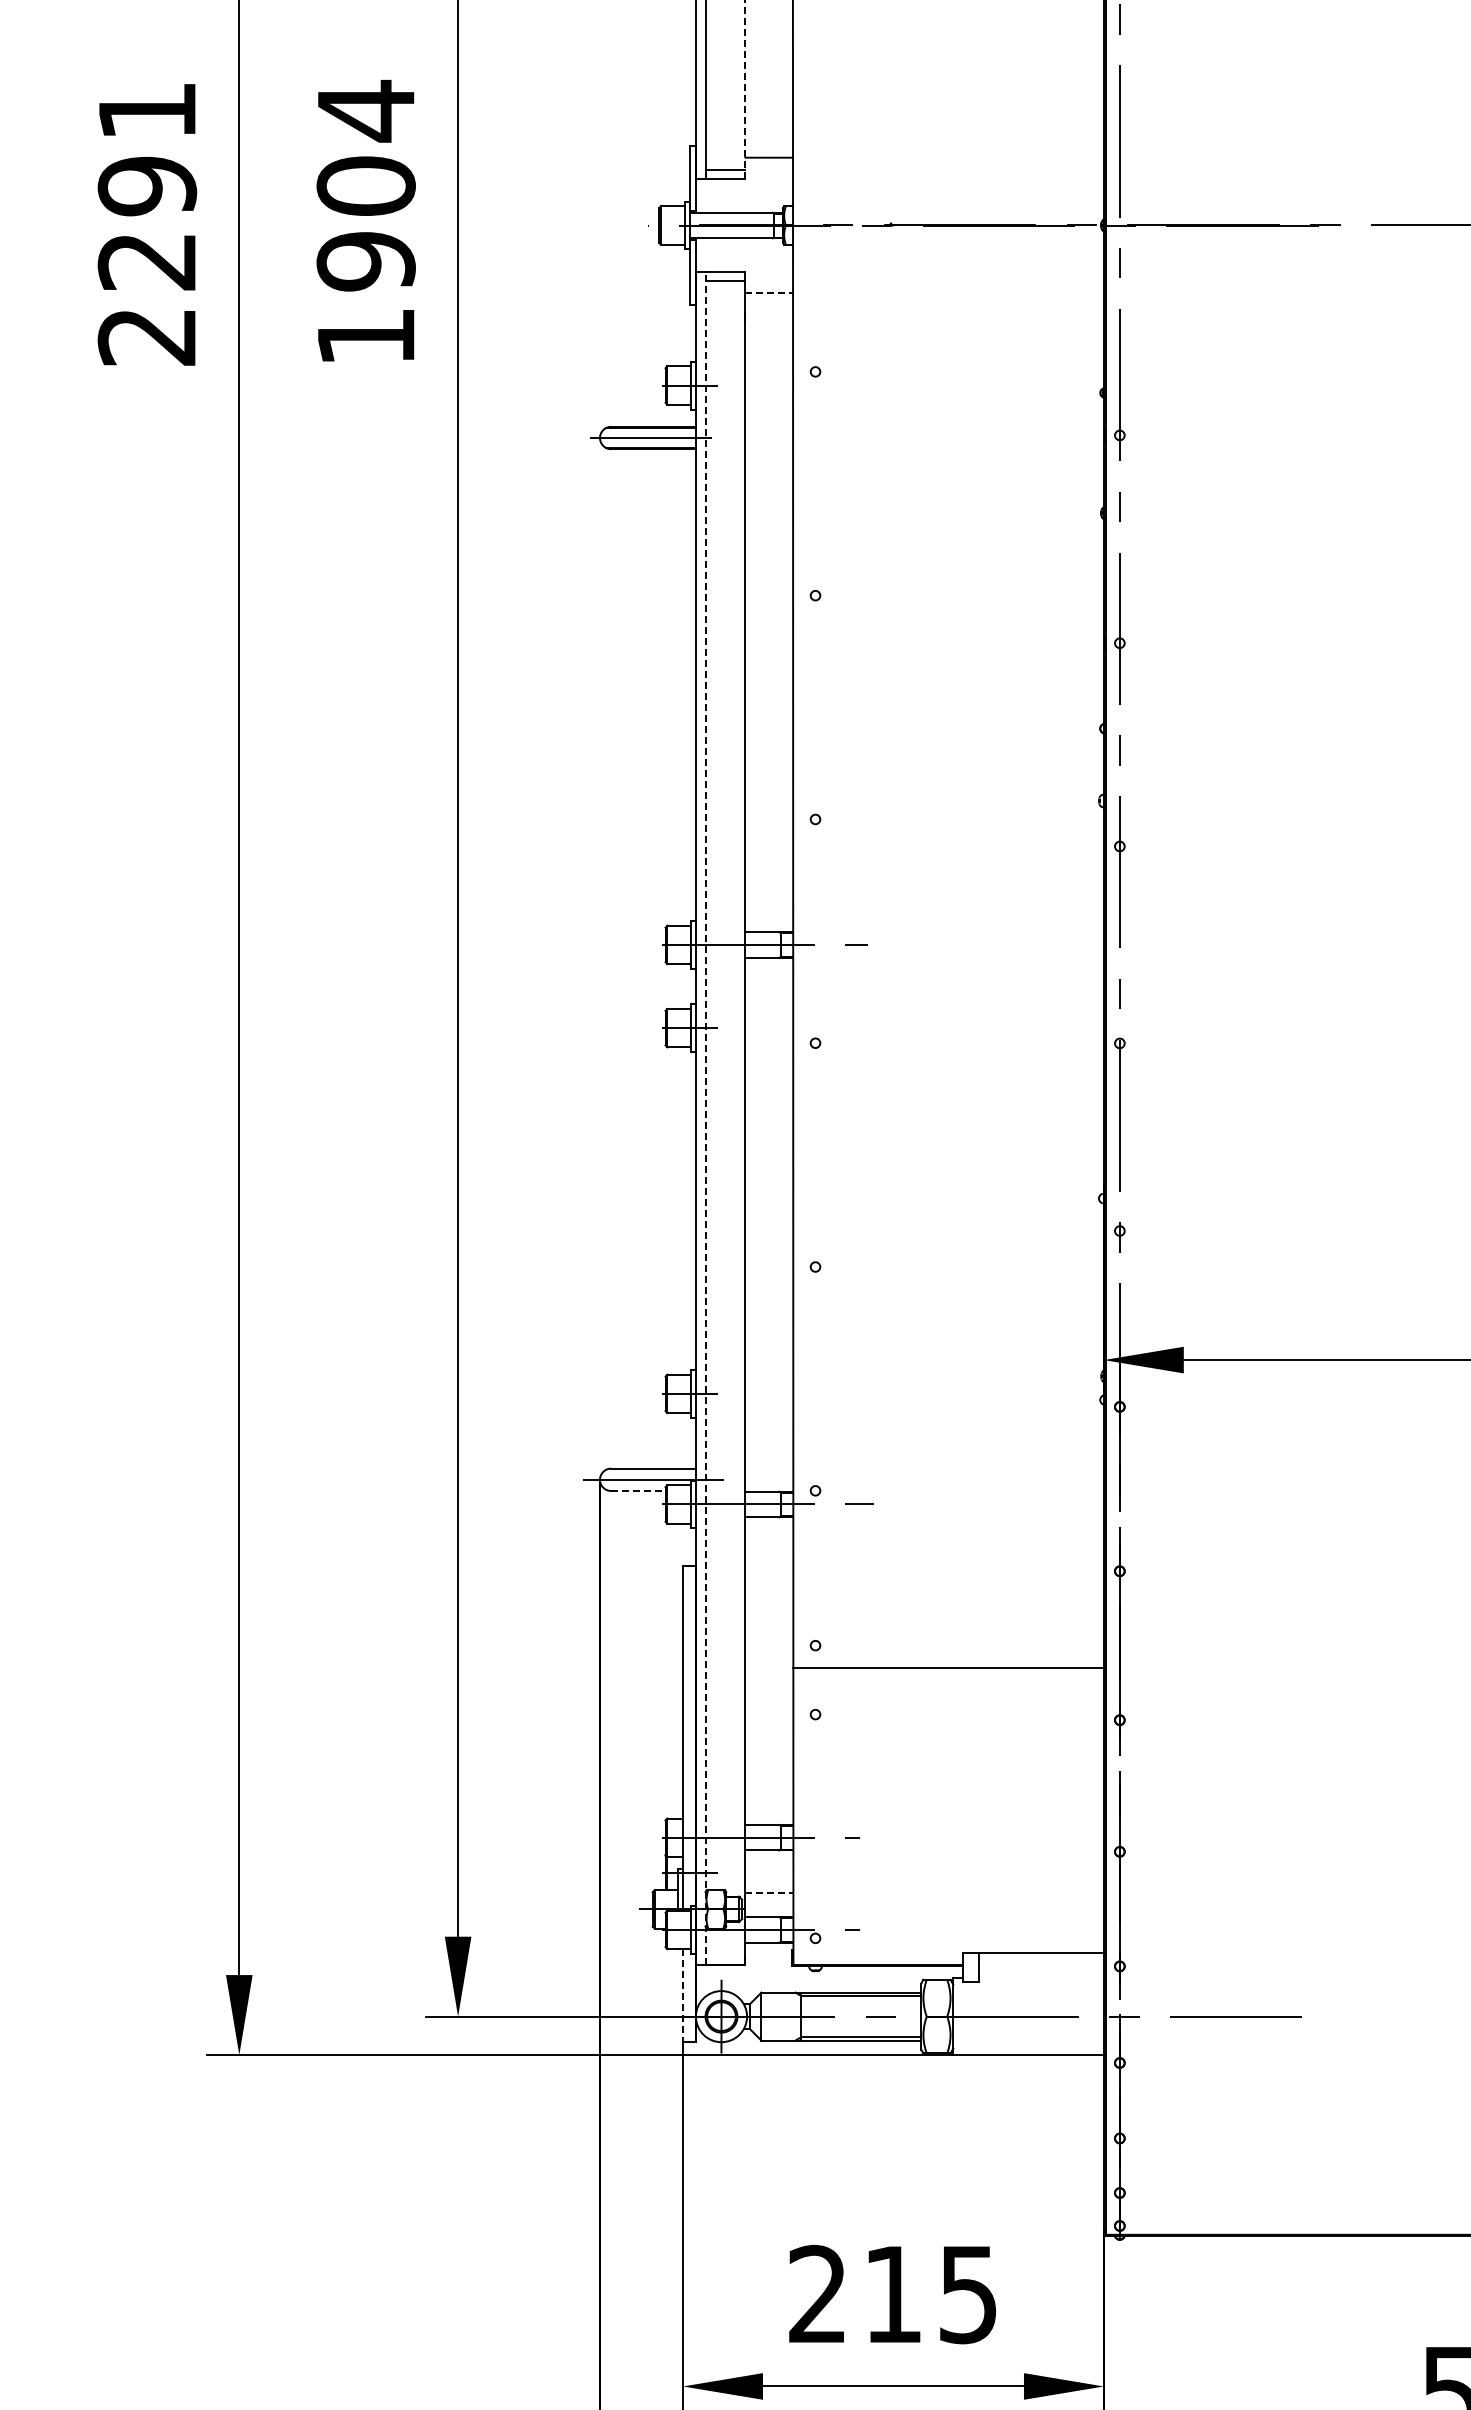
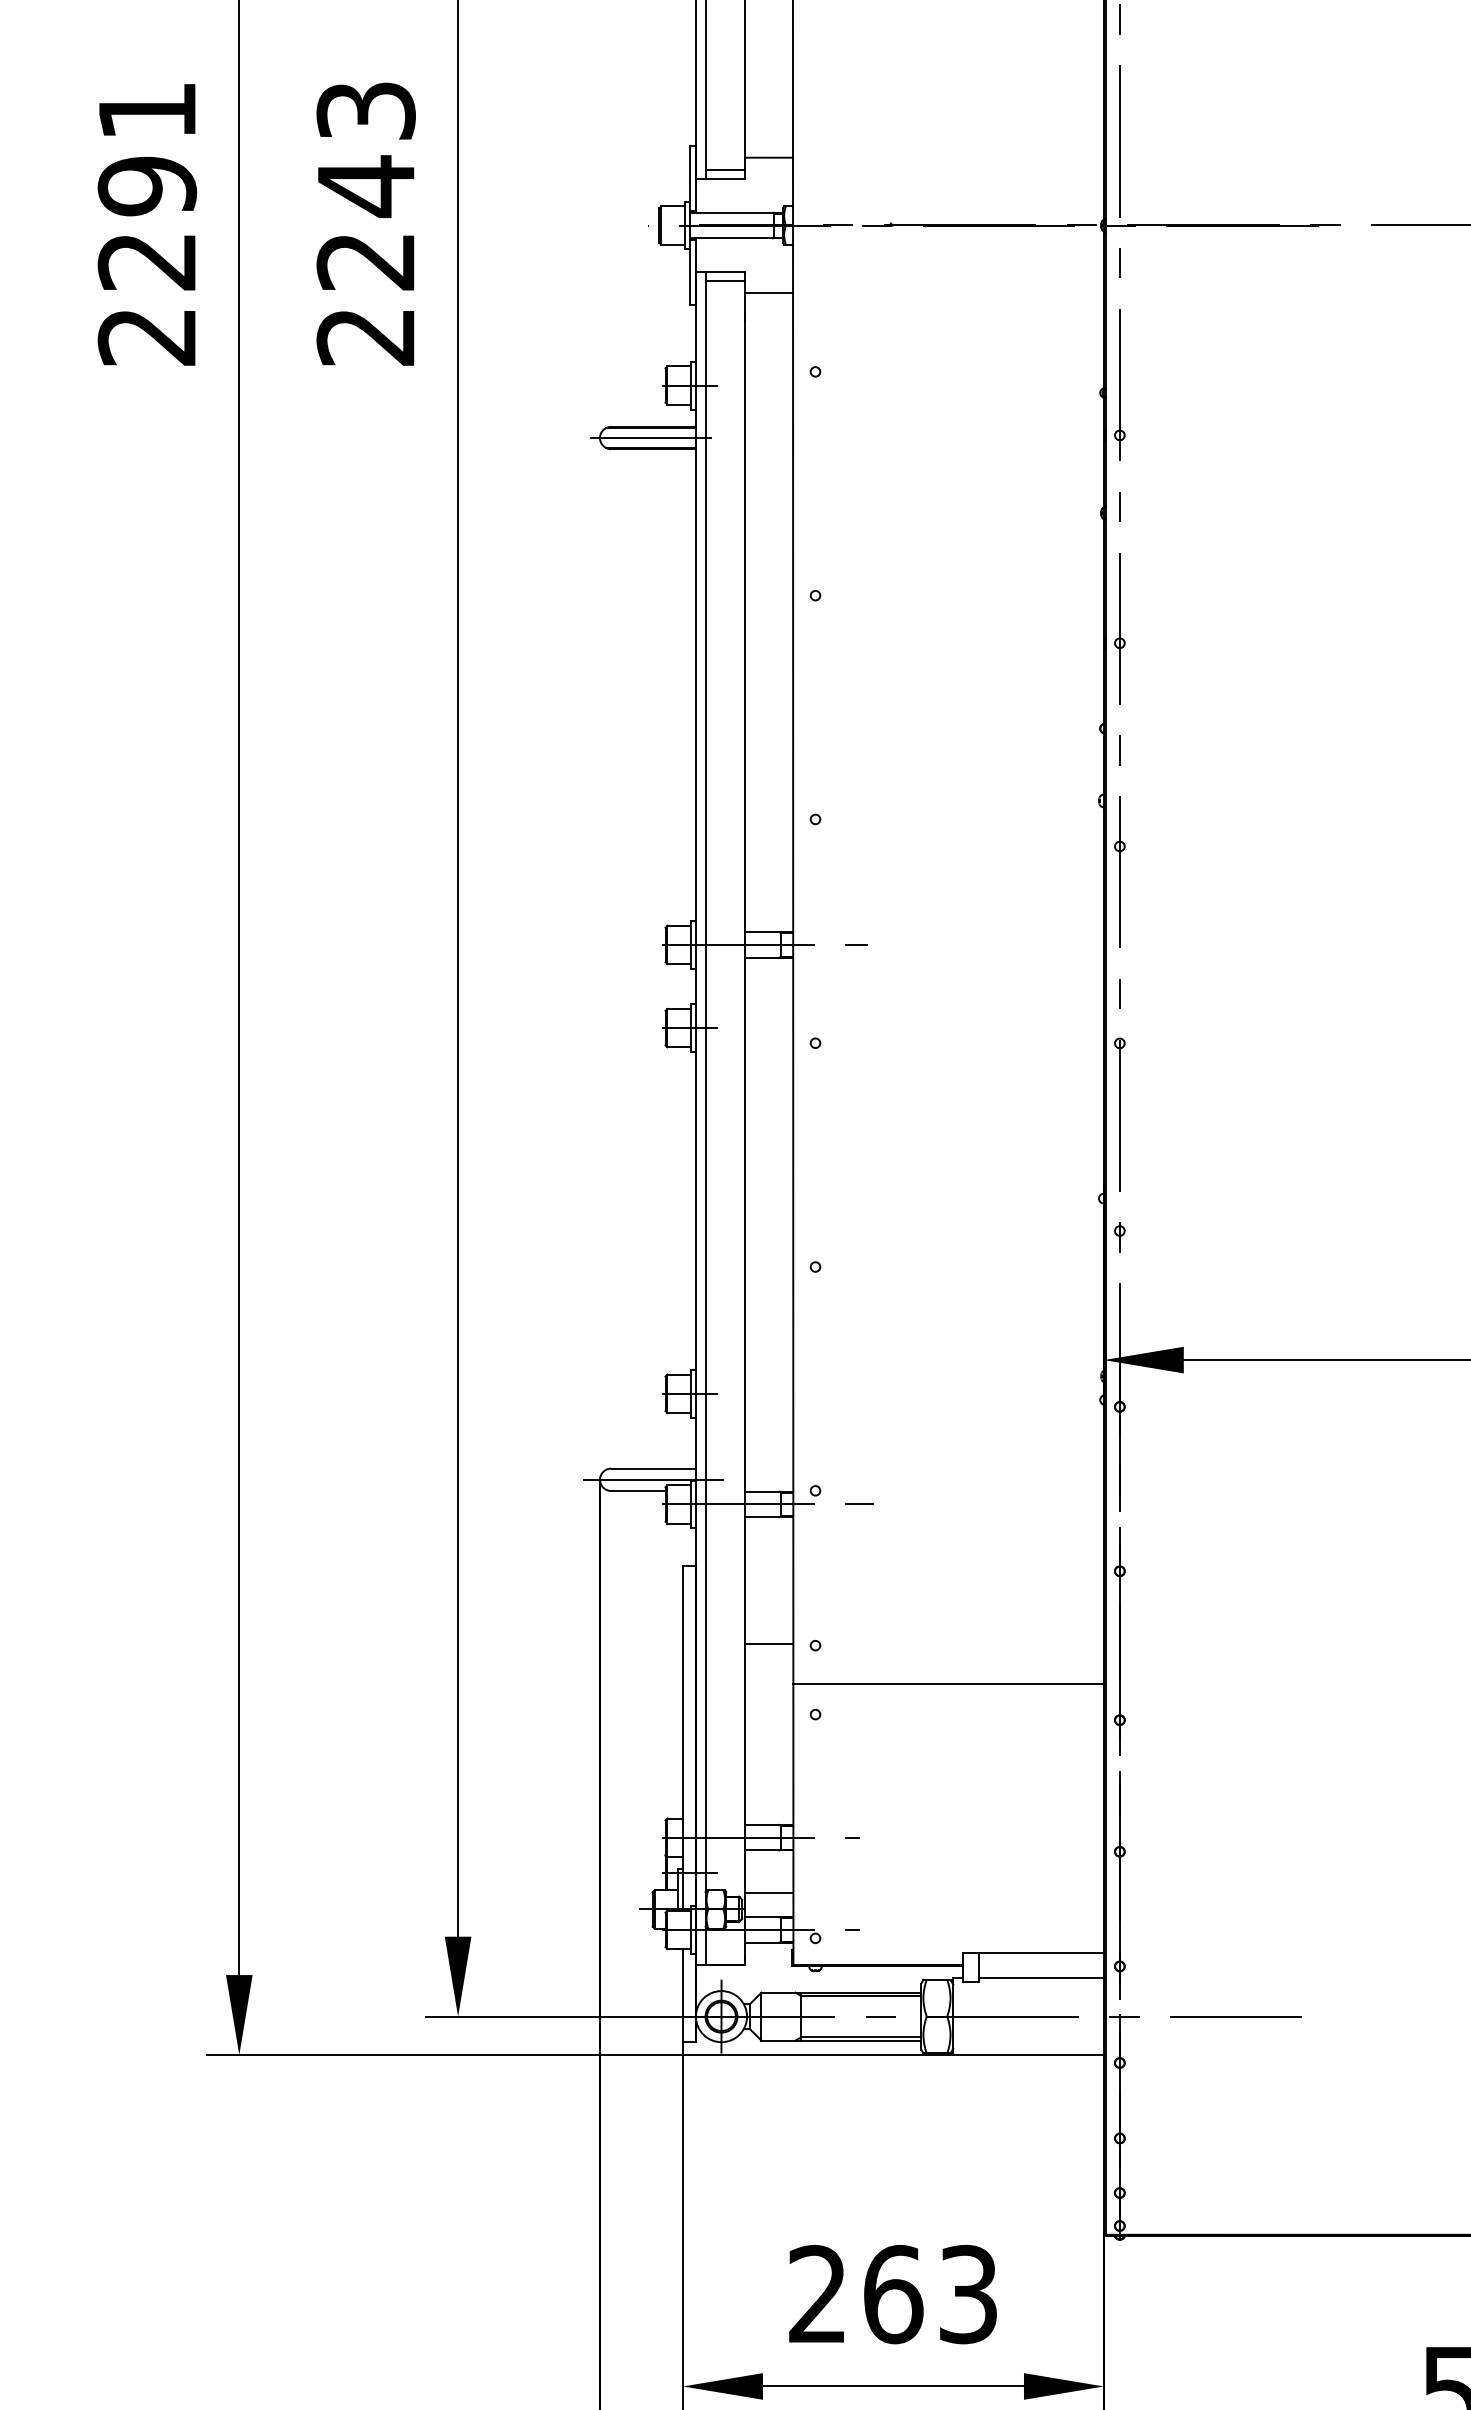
line at (745, 89): dashed -> solid
text at (365, 222): 1904 -> 2243
line at (769, 293): dashed -> solid
line at (705, 1117): dashed -> solid
line at (638, 1491): dashed -> solid
line at (769, 1644): none -> present
line at (948, 1667) position: (948, 1667) -> (948, 1683)
line at (769, 1892): dashed -> solid
line at (1041, 1978): none -> present
line at (683, 1995): dashed -> solid
text at (930, 2294): 215 -> 263
